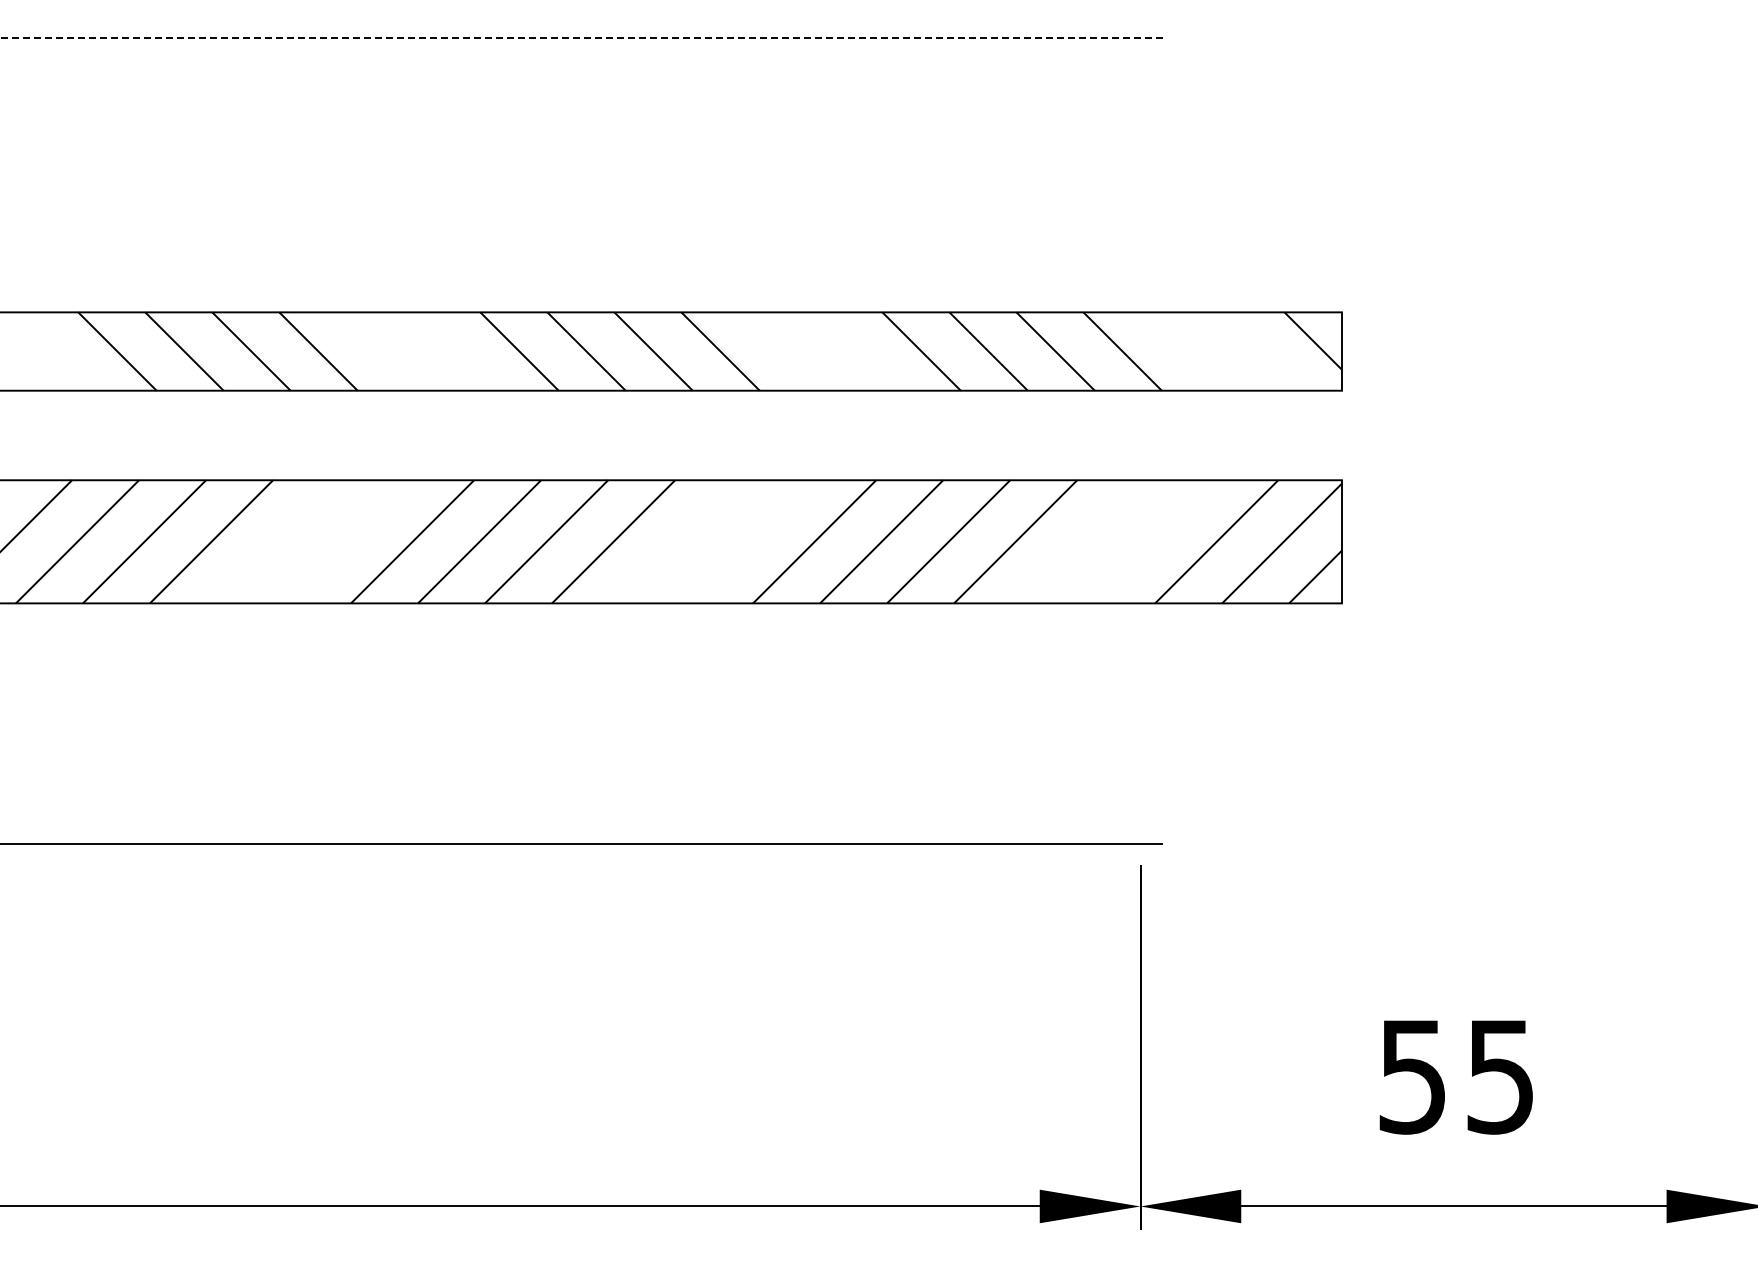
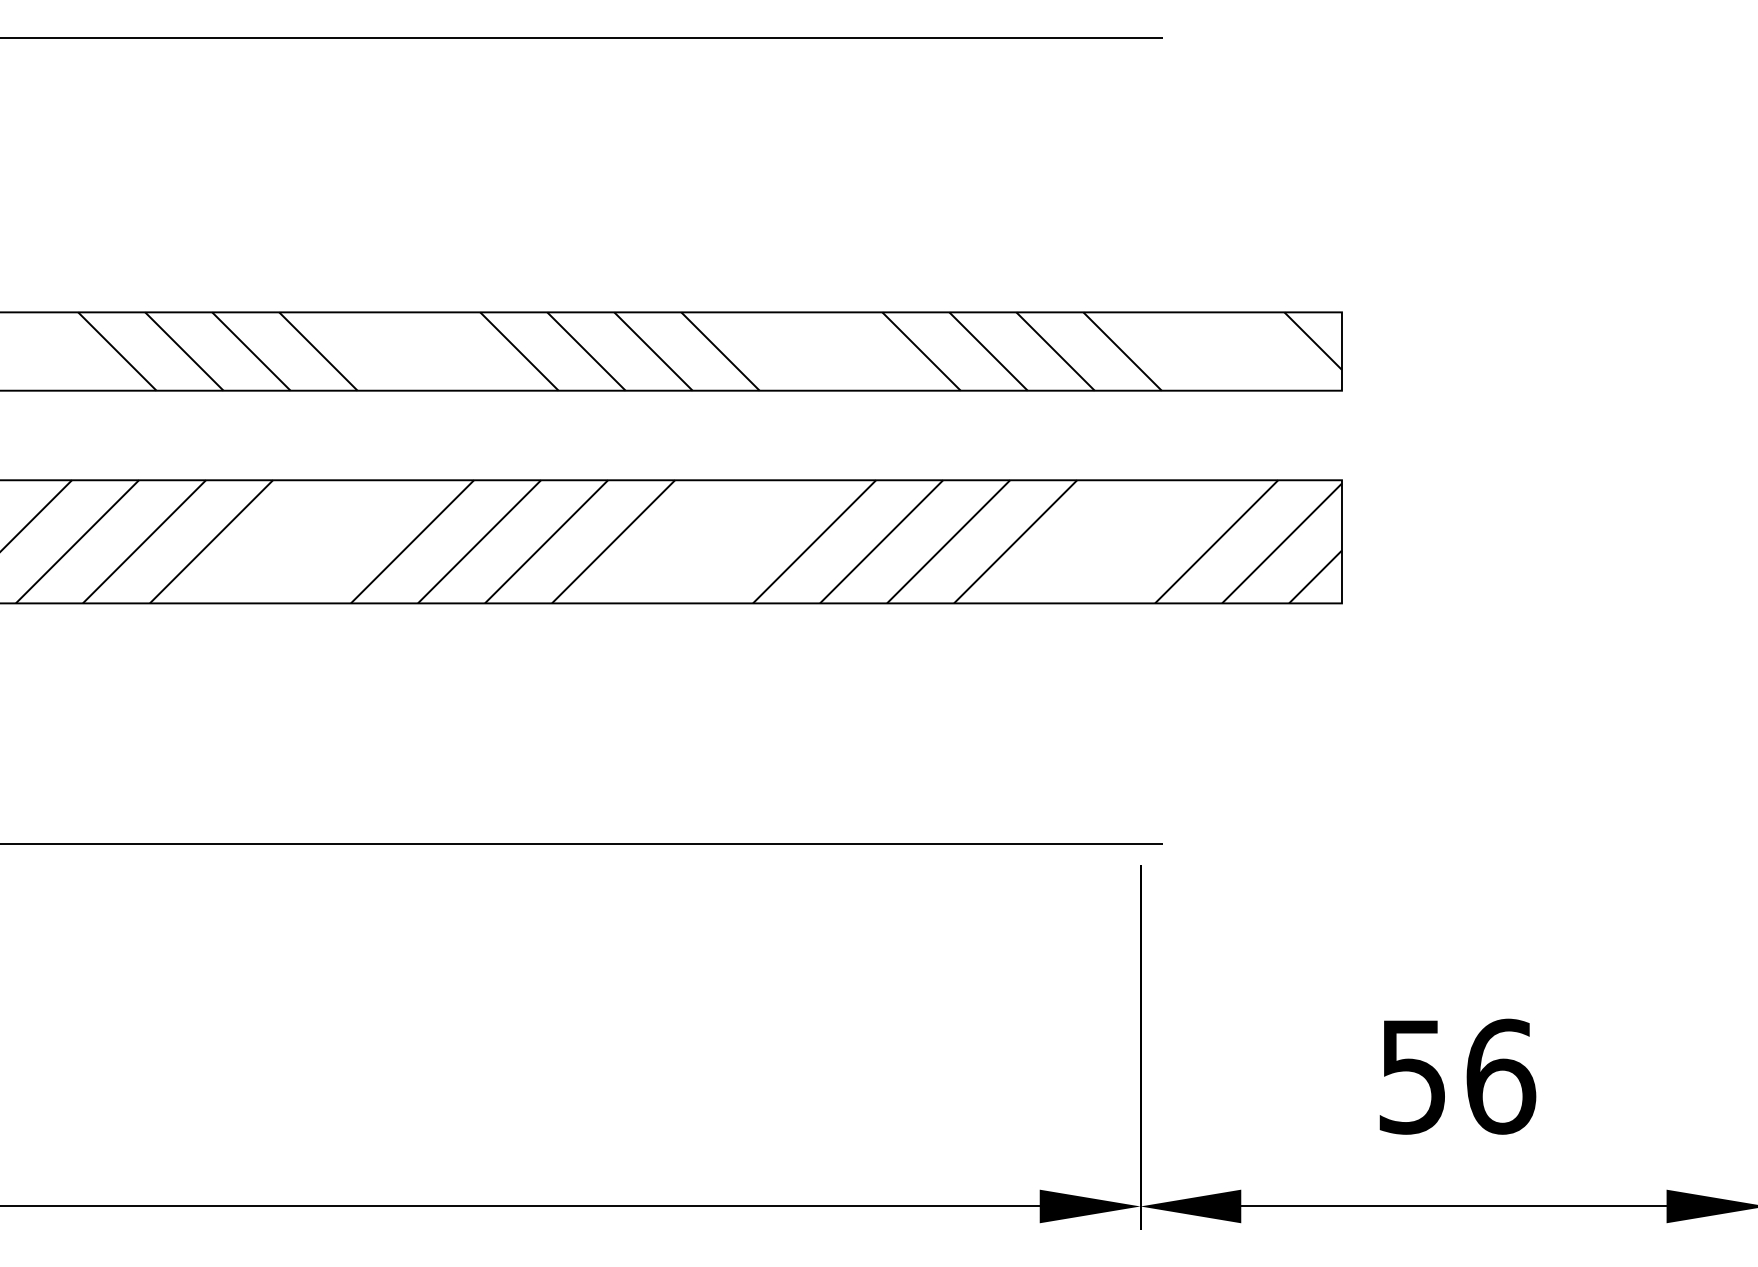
line at (581, 38): dashed -> solid
text at (1501, 1076): 55 -> 56
